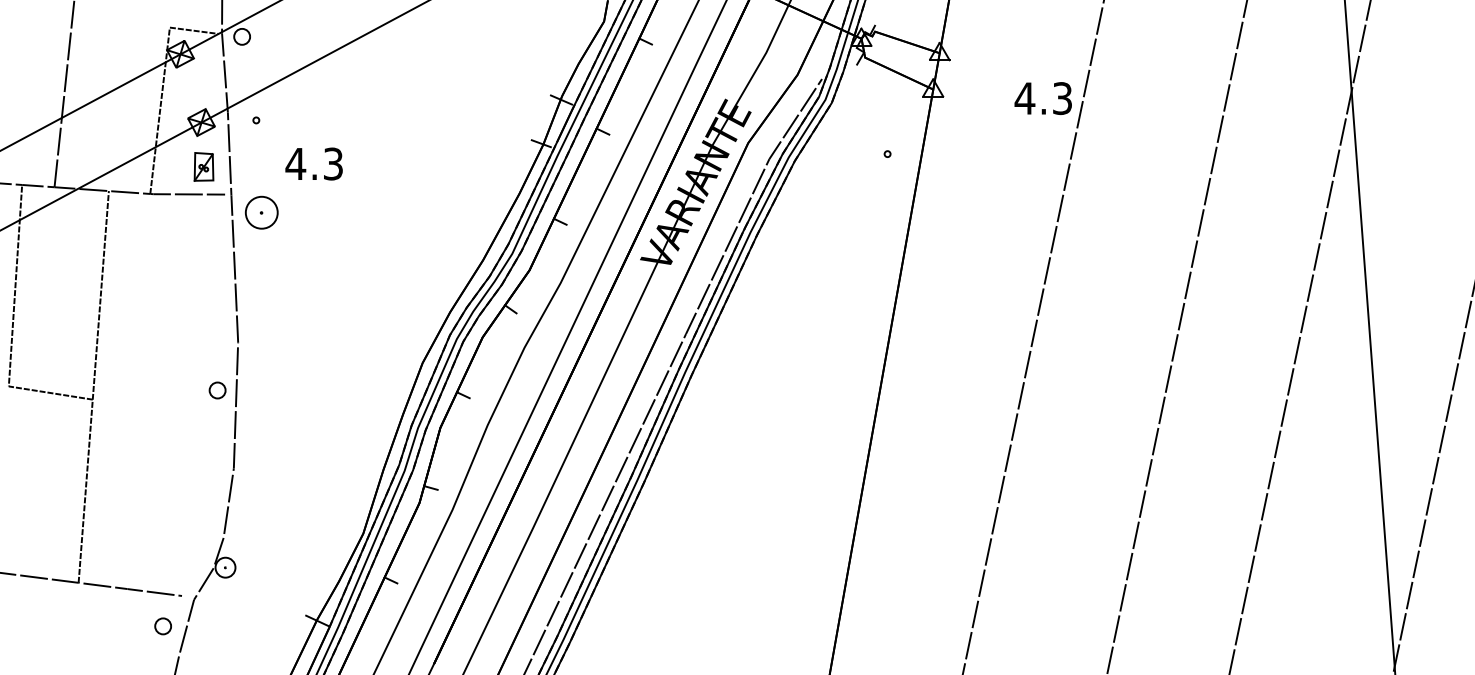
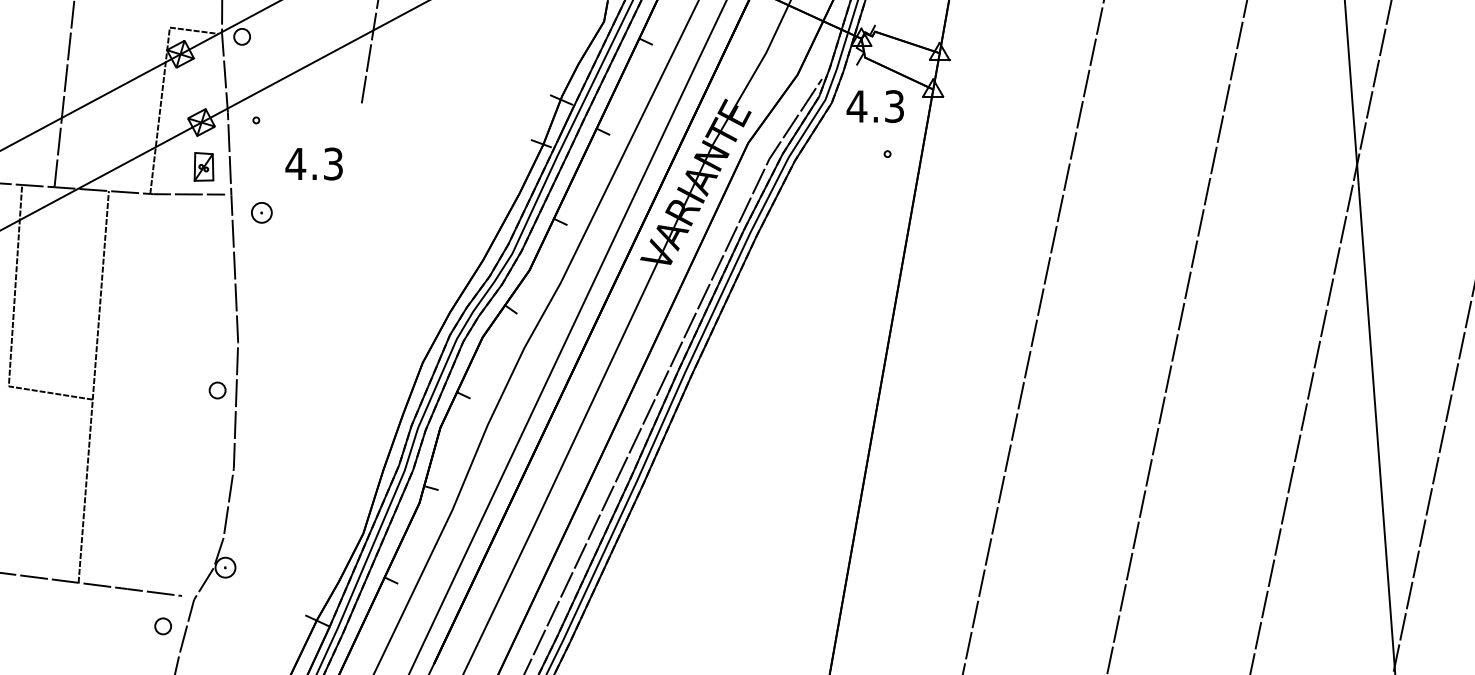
line at (369, 52): none -> present
text at (1042, 98) position: (1042, 98) -> (874, 106)
part at (261, 212) size: 35x35 px -> 22x22 px
line at (1299, 336) position: (1299, 336) -> (1320, 336)
